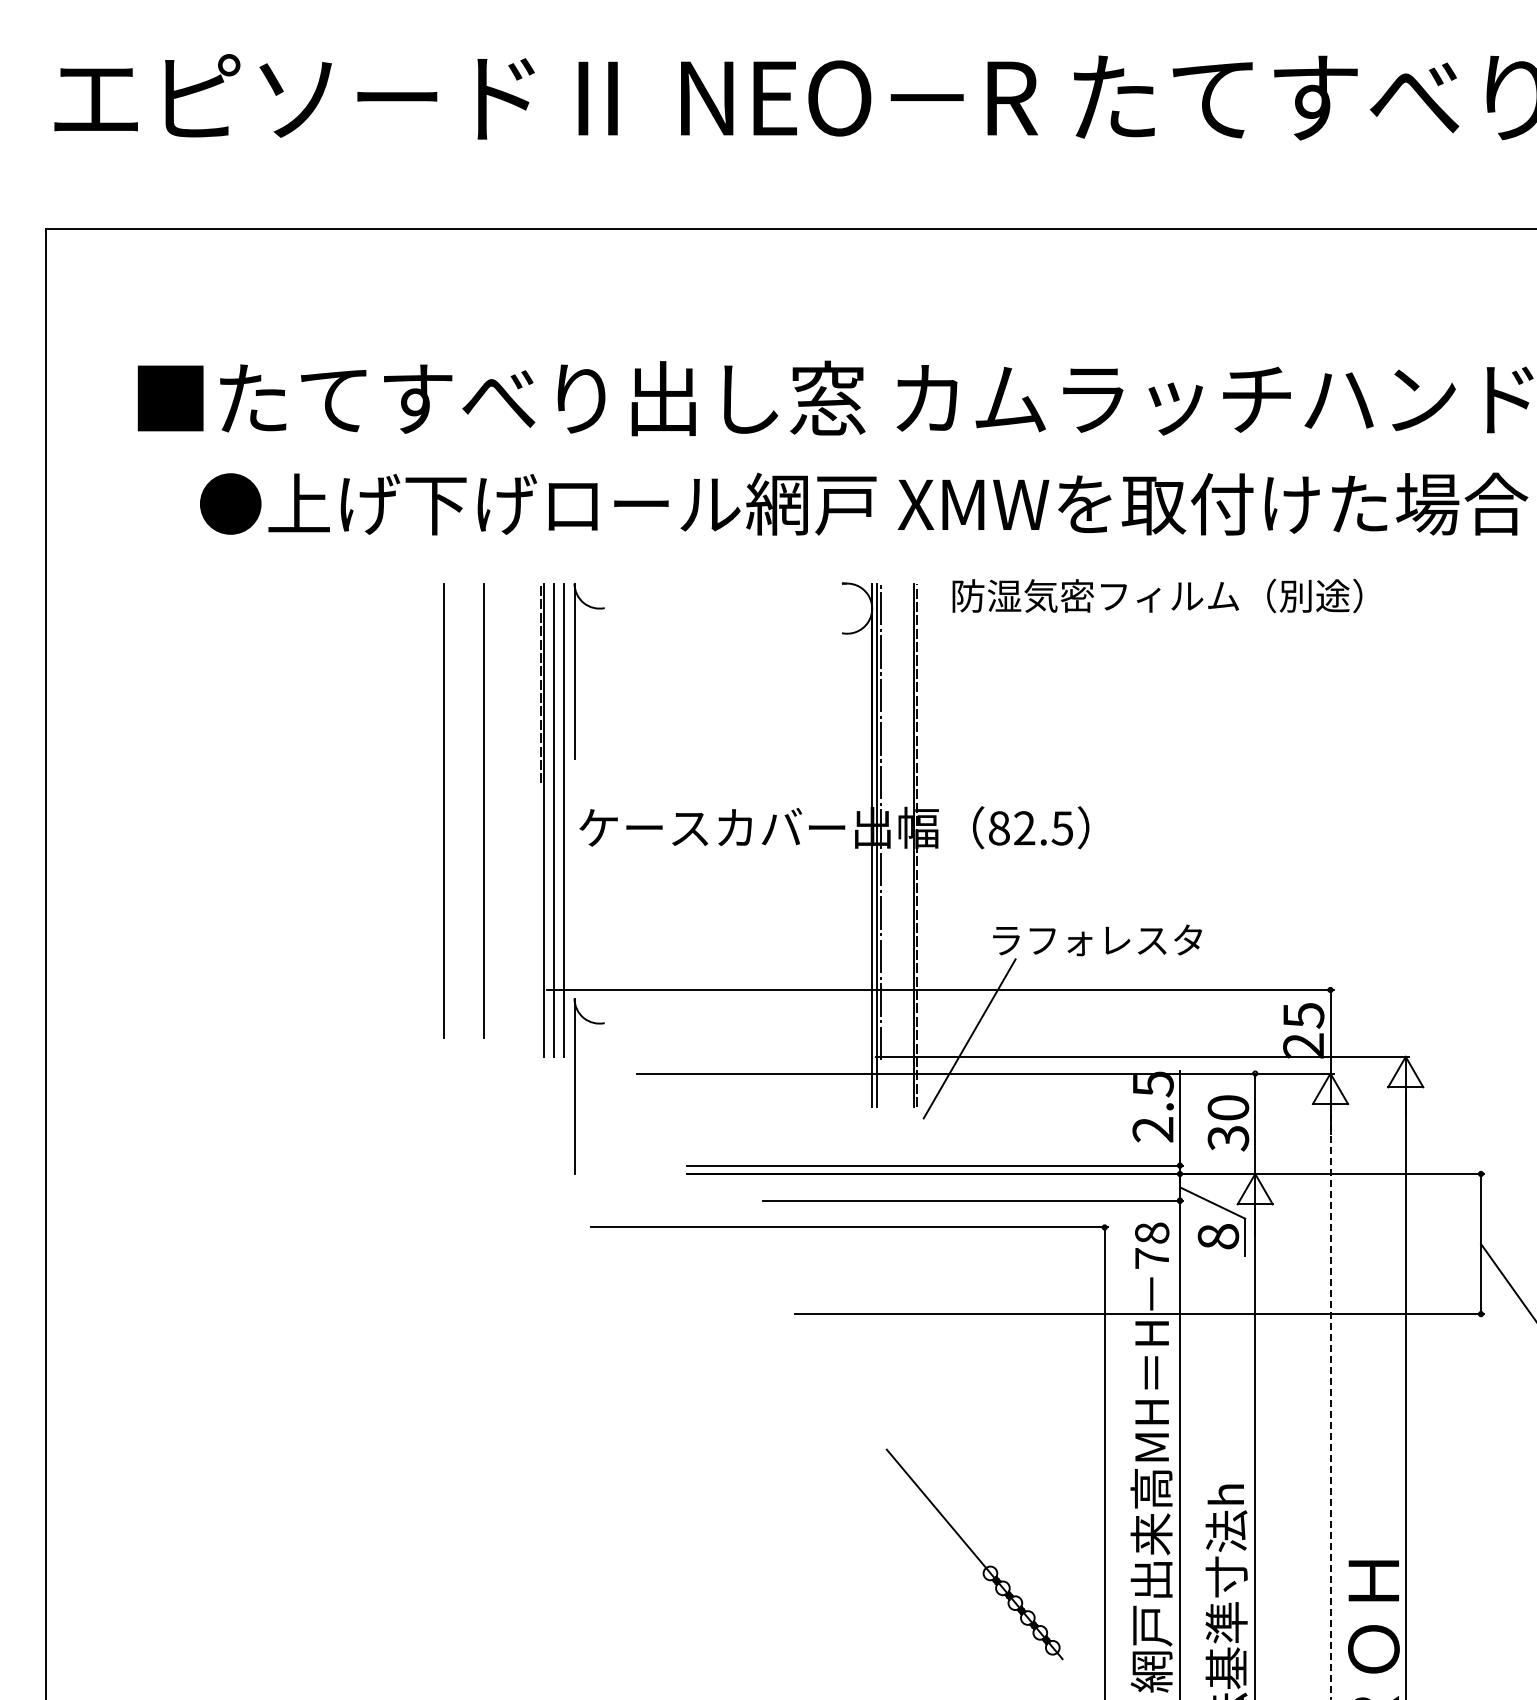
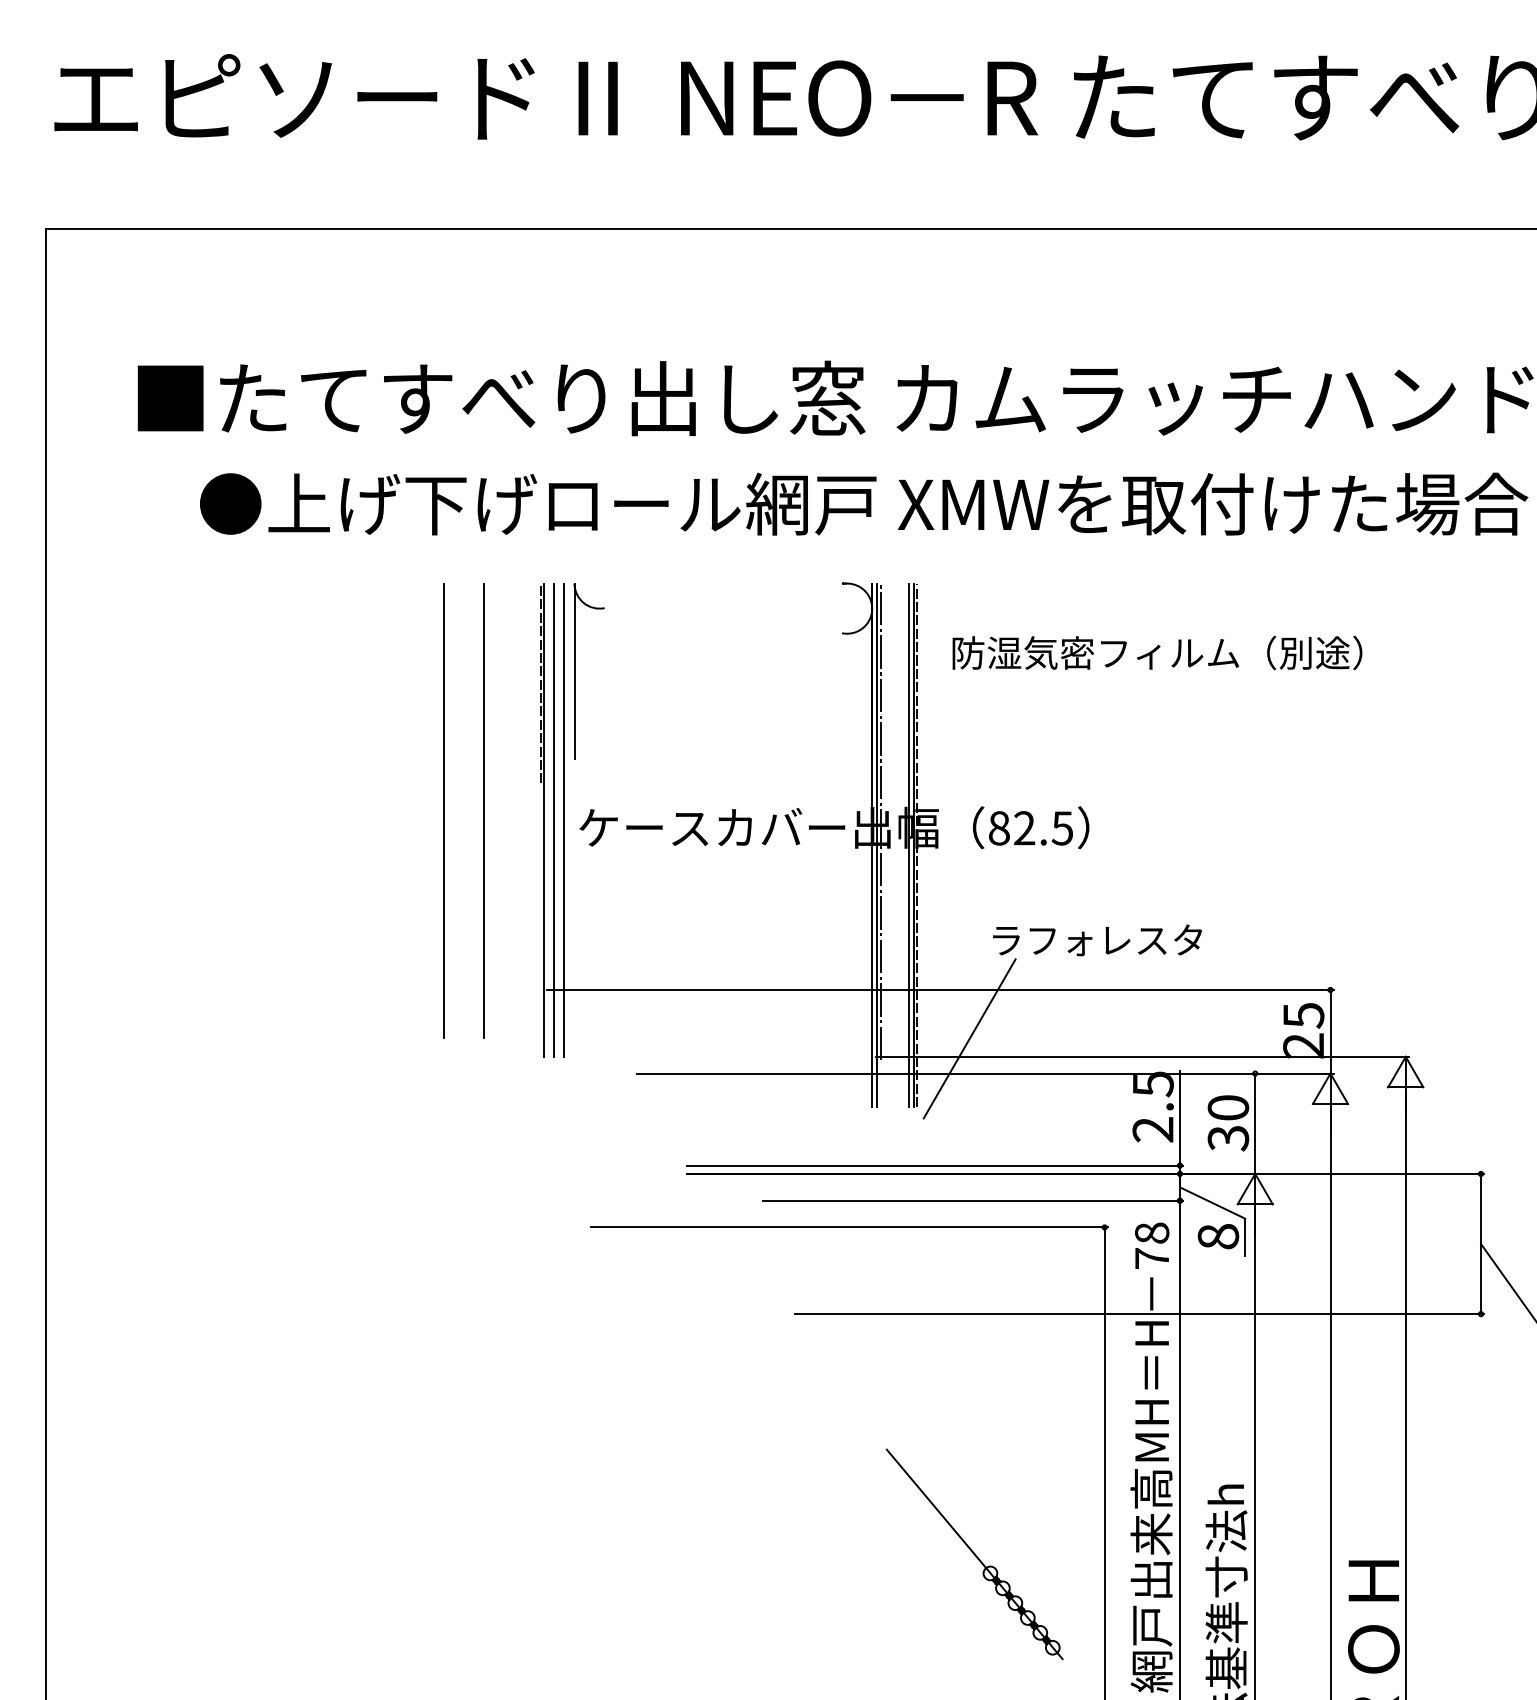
text at (1157, 595) position: (1157, 595) -> (1157, 652)
line at (909, 845): none -> present
part at (575, 1086): present -> none
line at (1330, 1403): dashed -> solid
